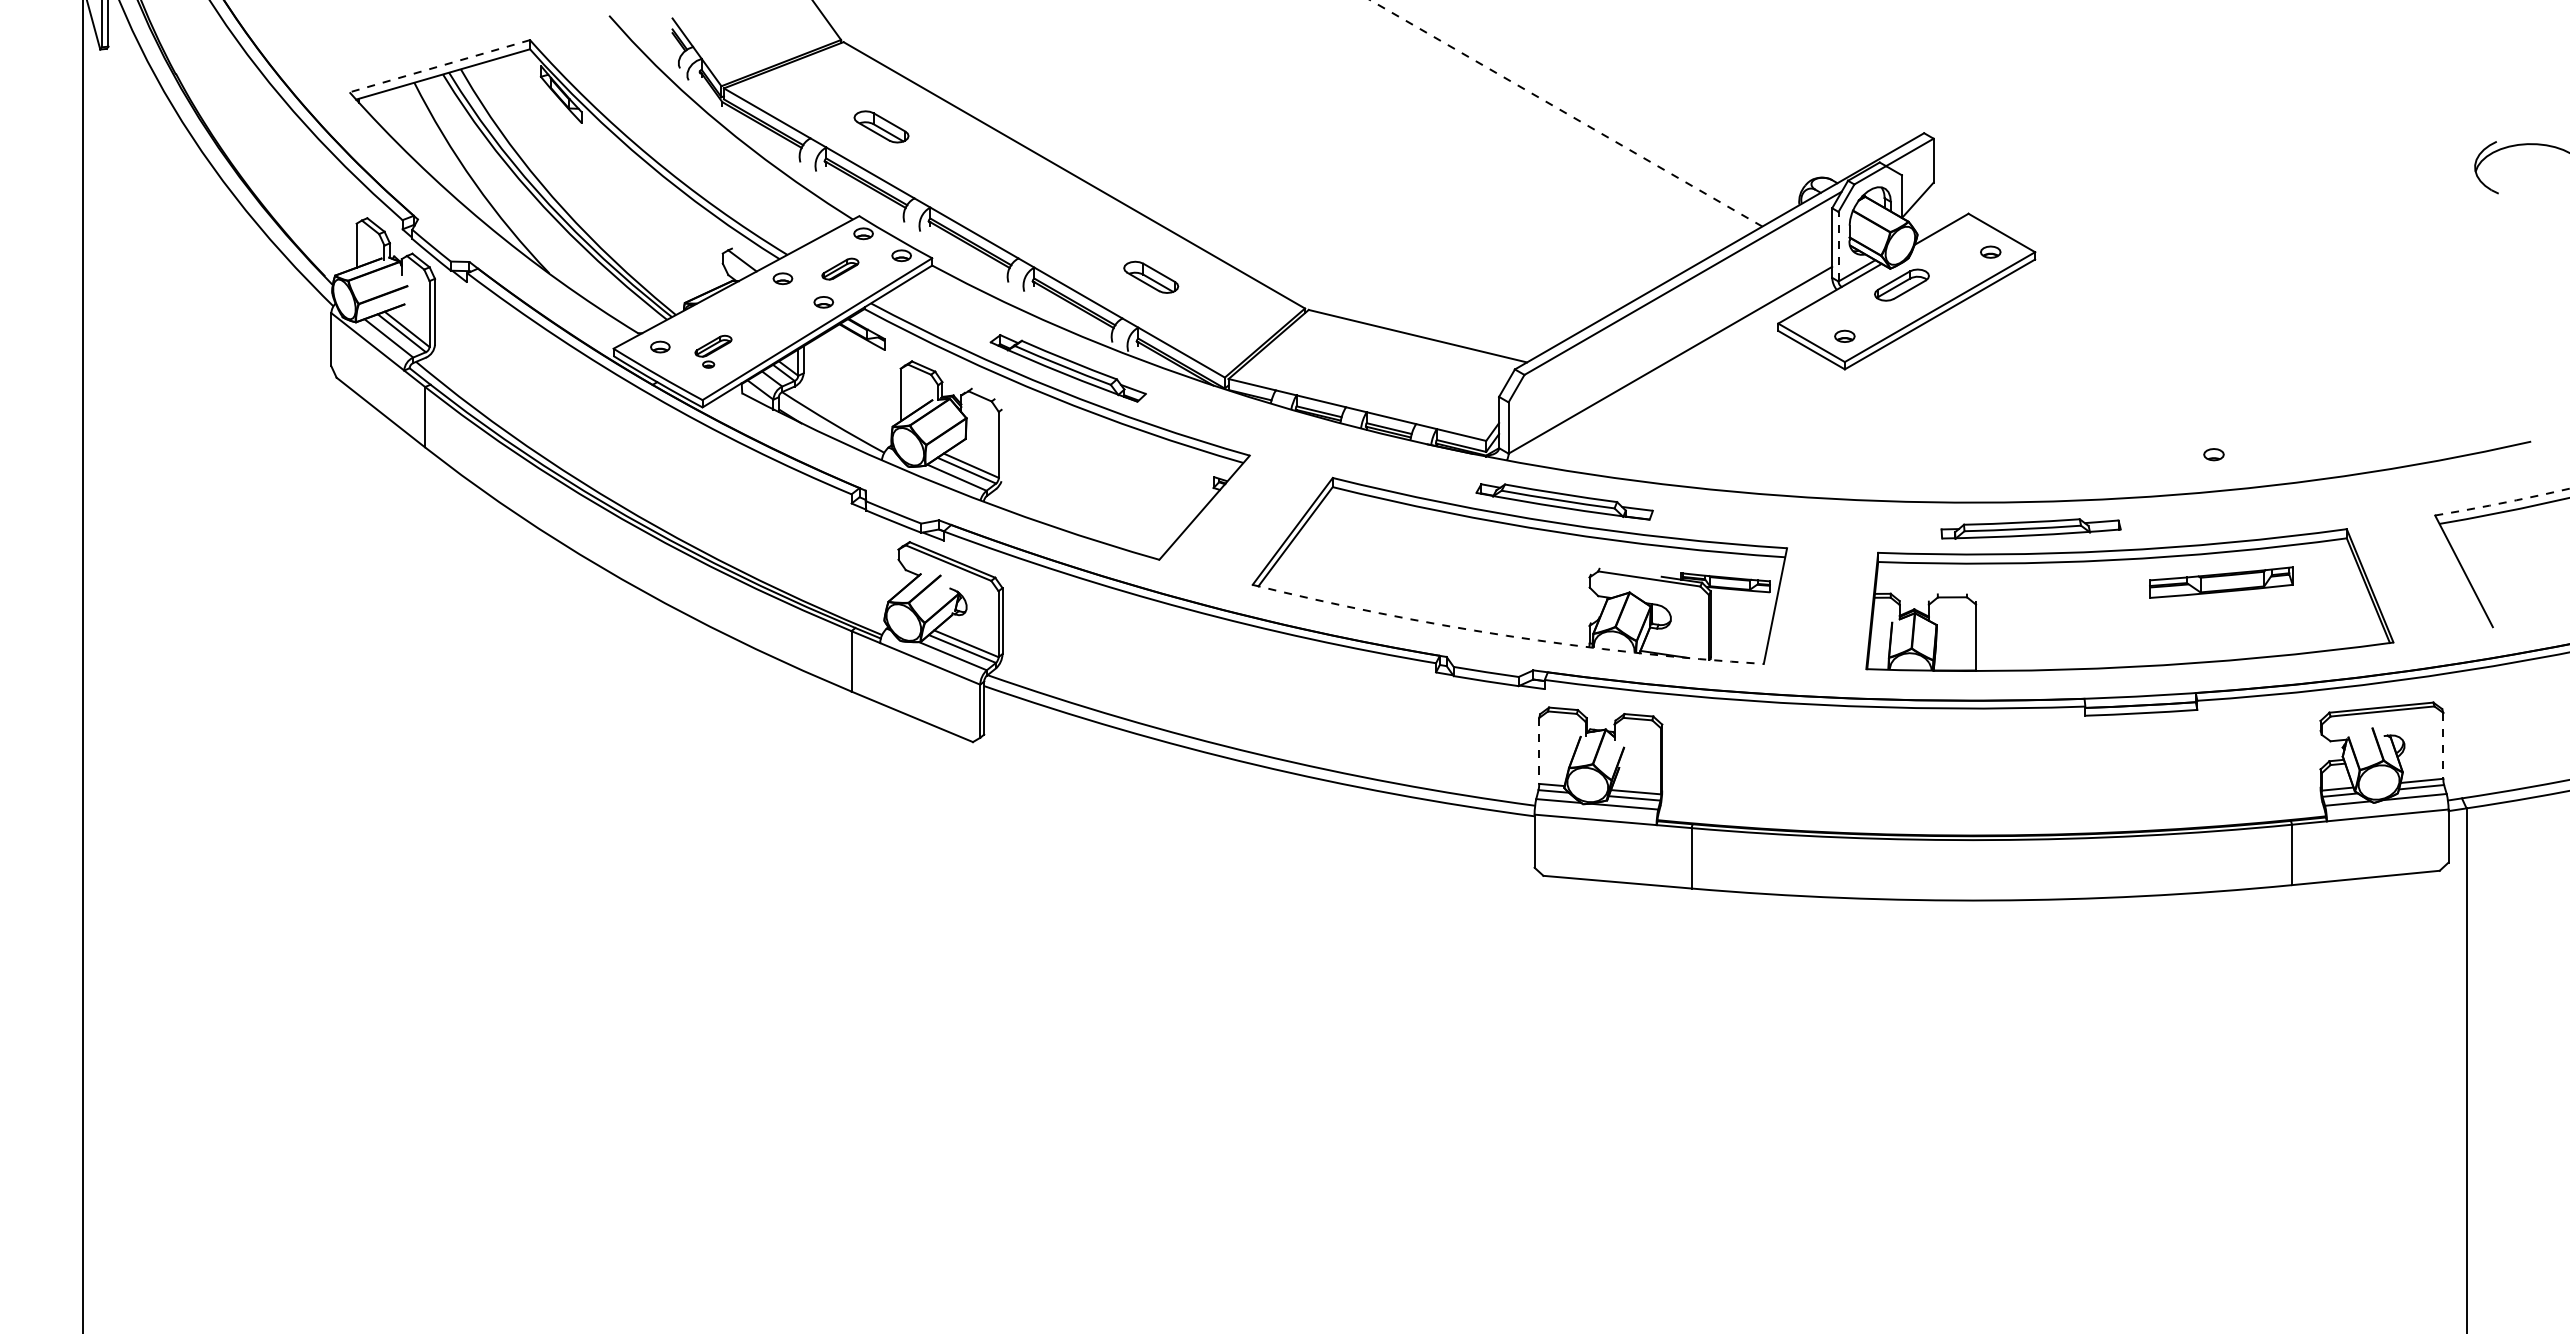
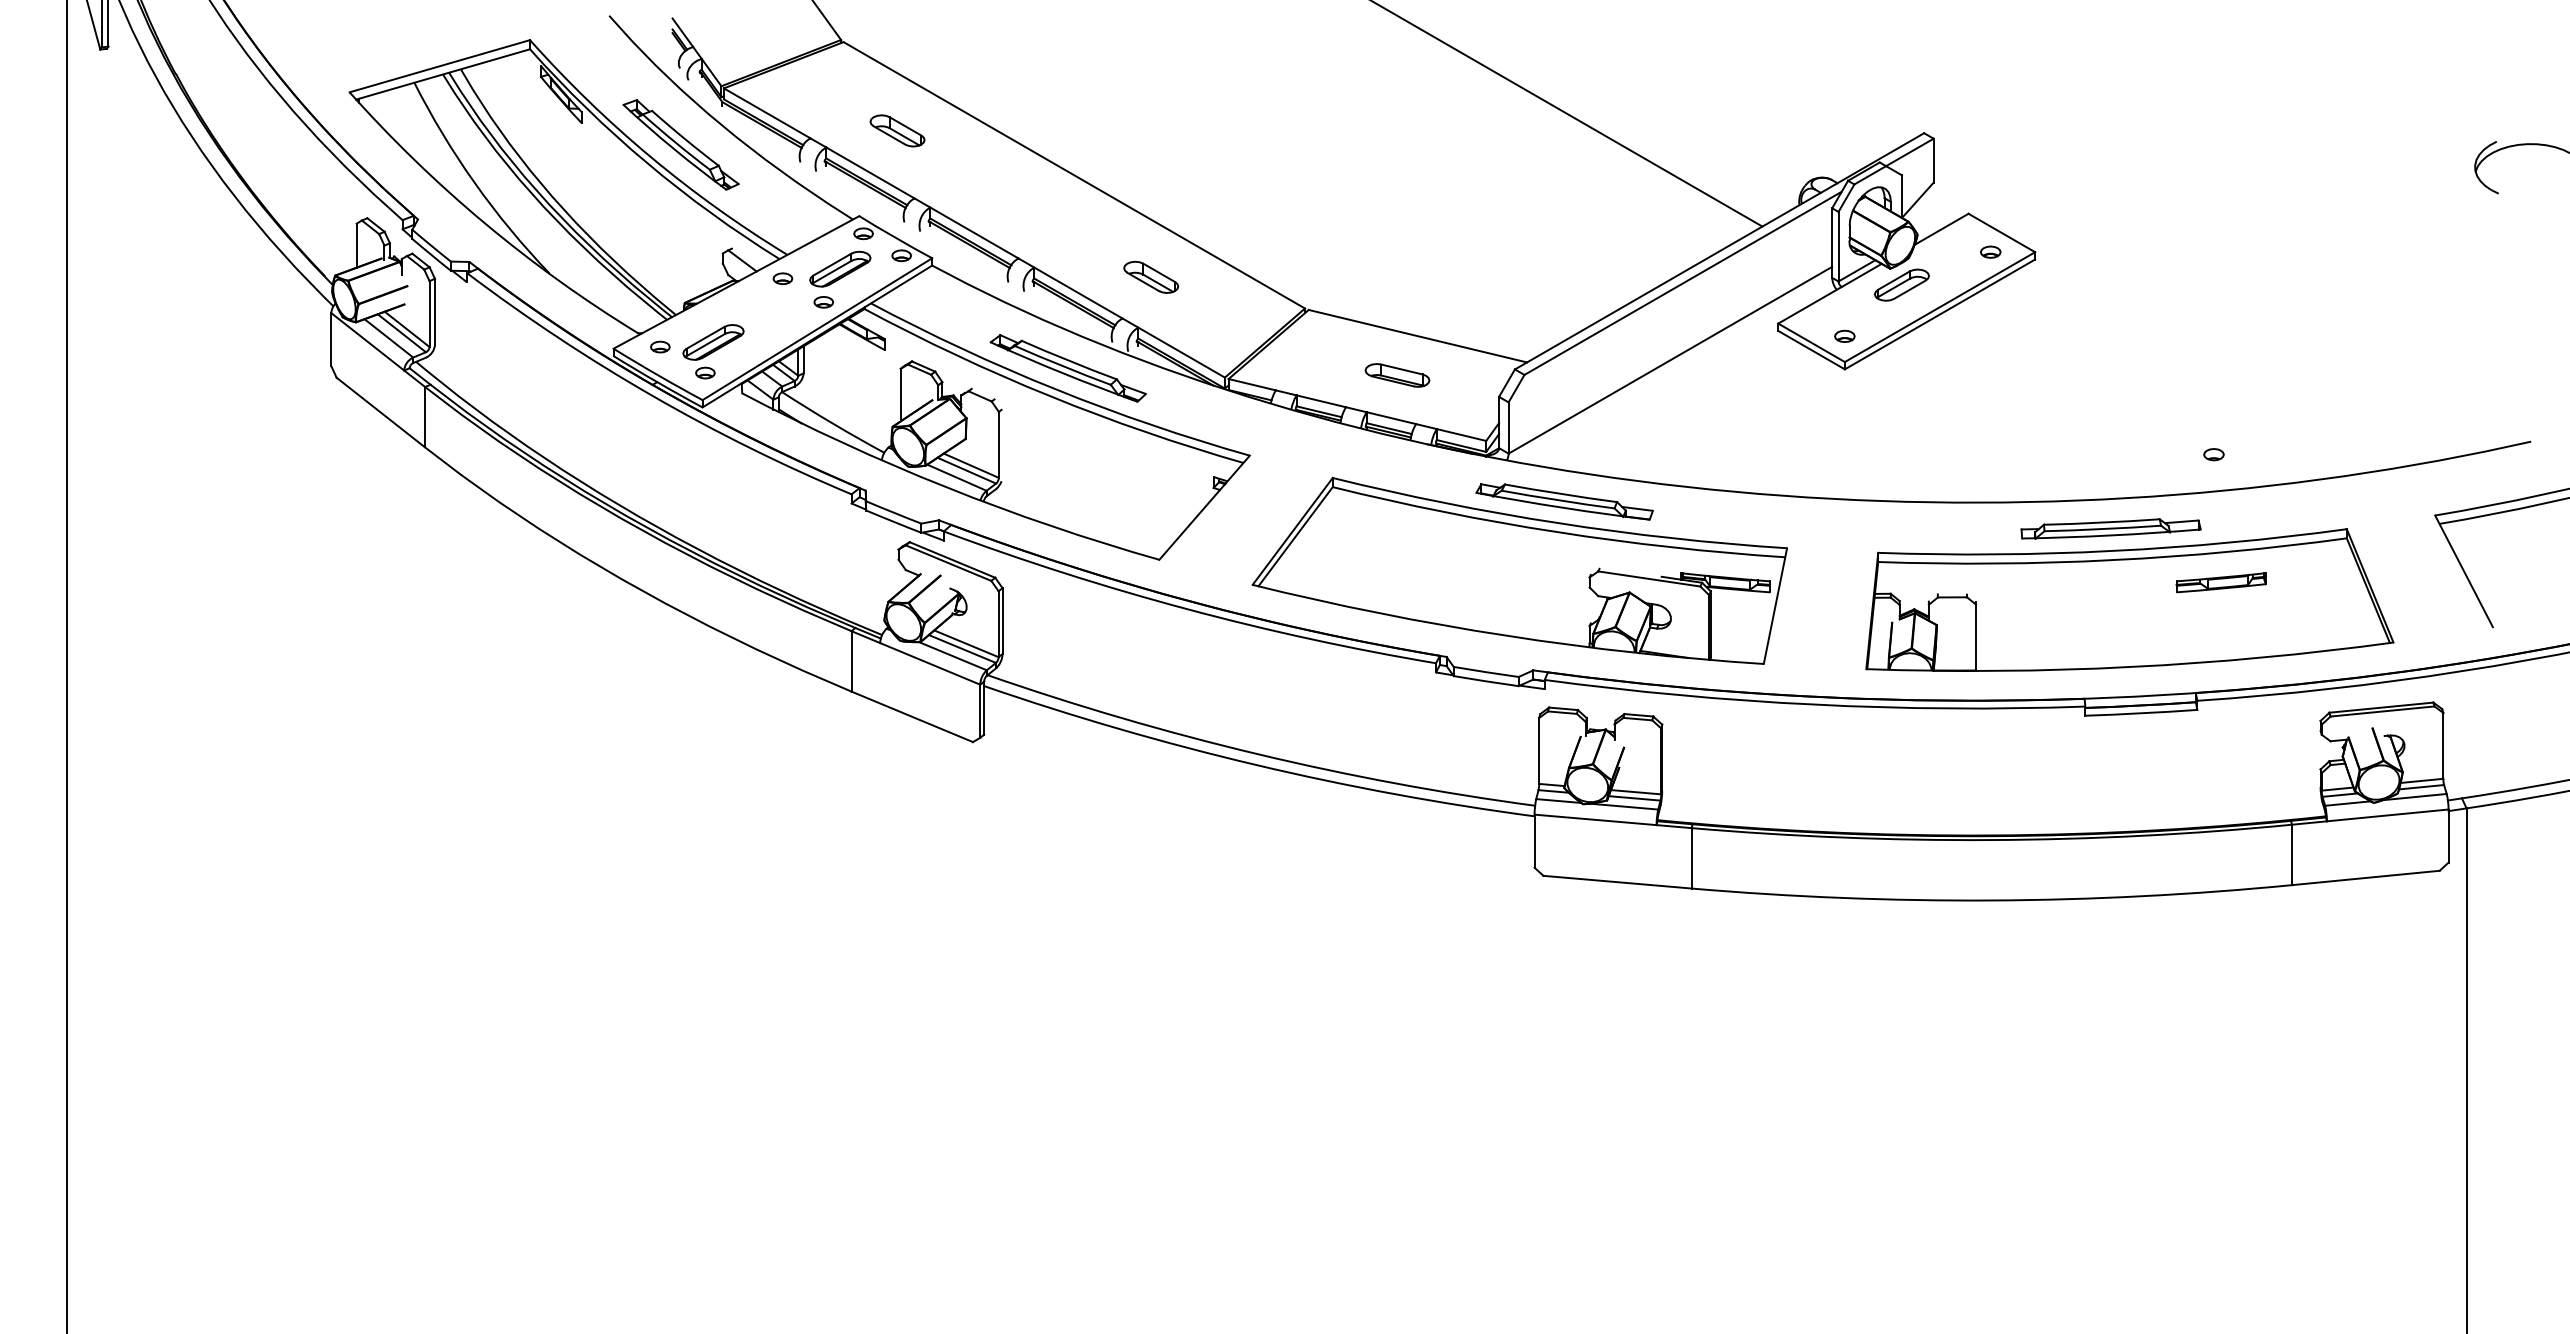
line at (439, 66): dashed -> solid
line at (1565, 113): dashed -> solid
part at (881, 126) position: (881, 126) -> (897, 130)
part at (680, 144): none -> present
line at (1838, 246): dashed -> solid
part at (840, 268) size: 39x24 px -> 63x38 px
part at (713, 351) size: 39x35 px -> 63x56 px
part at (1397, 375): none -> present
arc at (2503, 502): dashed -> solid
part at (2030, 528) position: (2030, 528) -> (2110, 528)
part at (2221, 582) size: 145x33 px -> 92x22 px
arc at (1506, 635): dashed -> solid
line at (83, 666) position: (83, 666) -> (67, 666)
line at (2443, 745): dashed -> solid
line at (1539, 750): dashed -> solid
